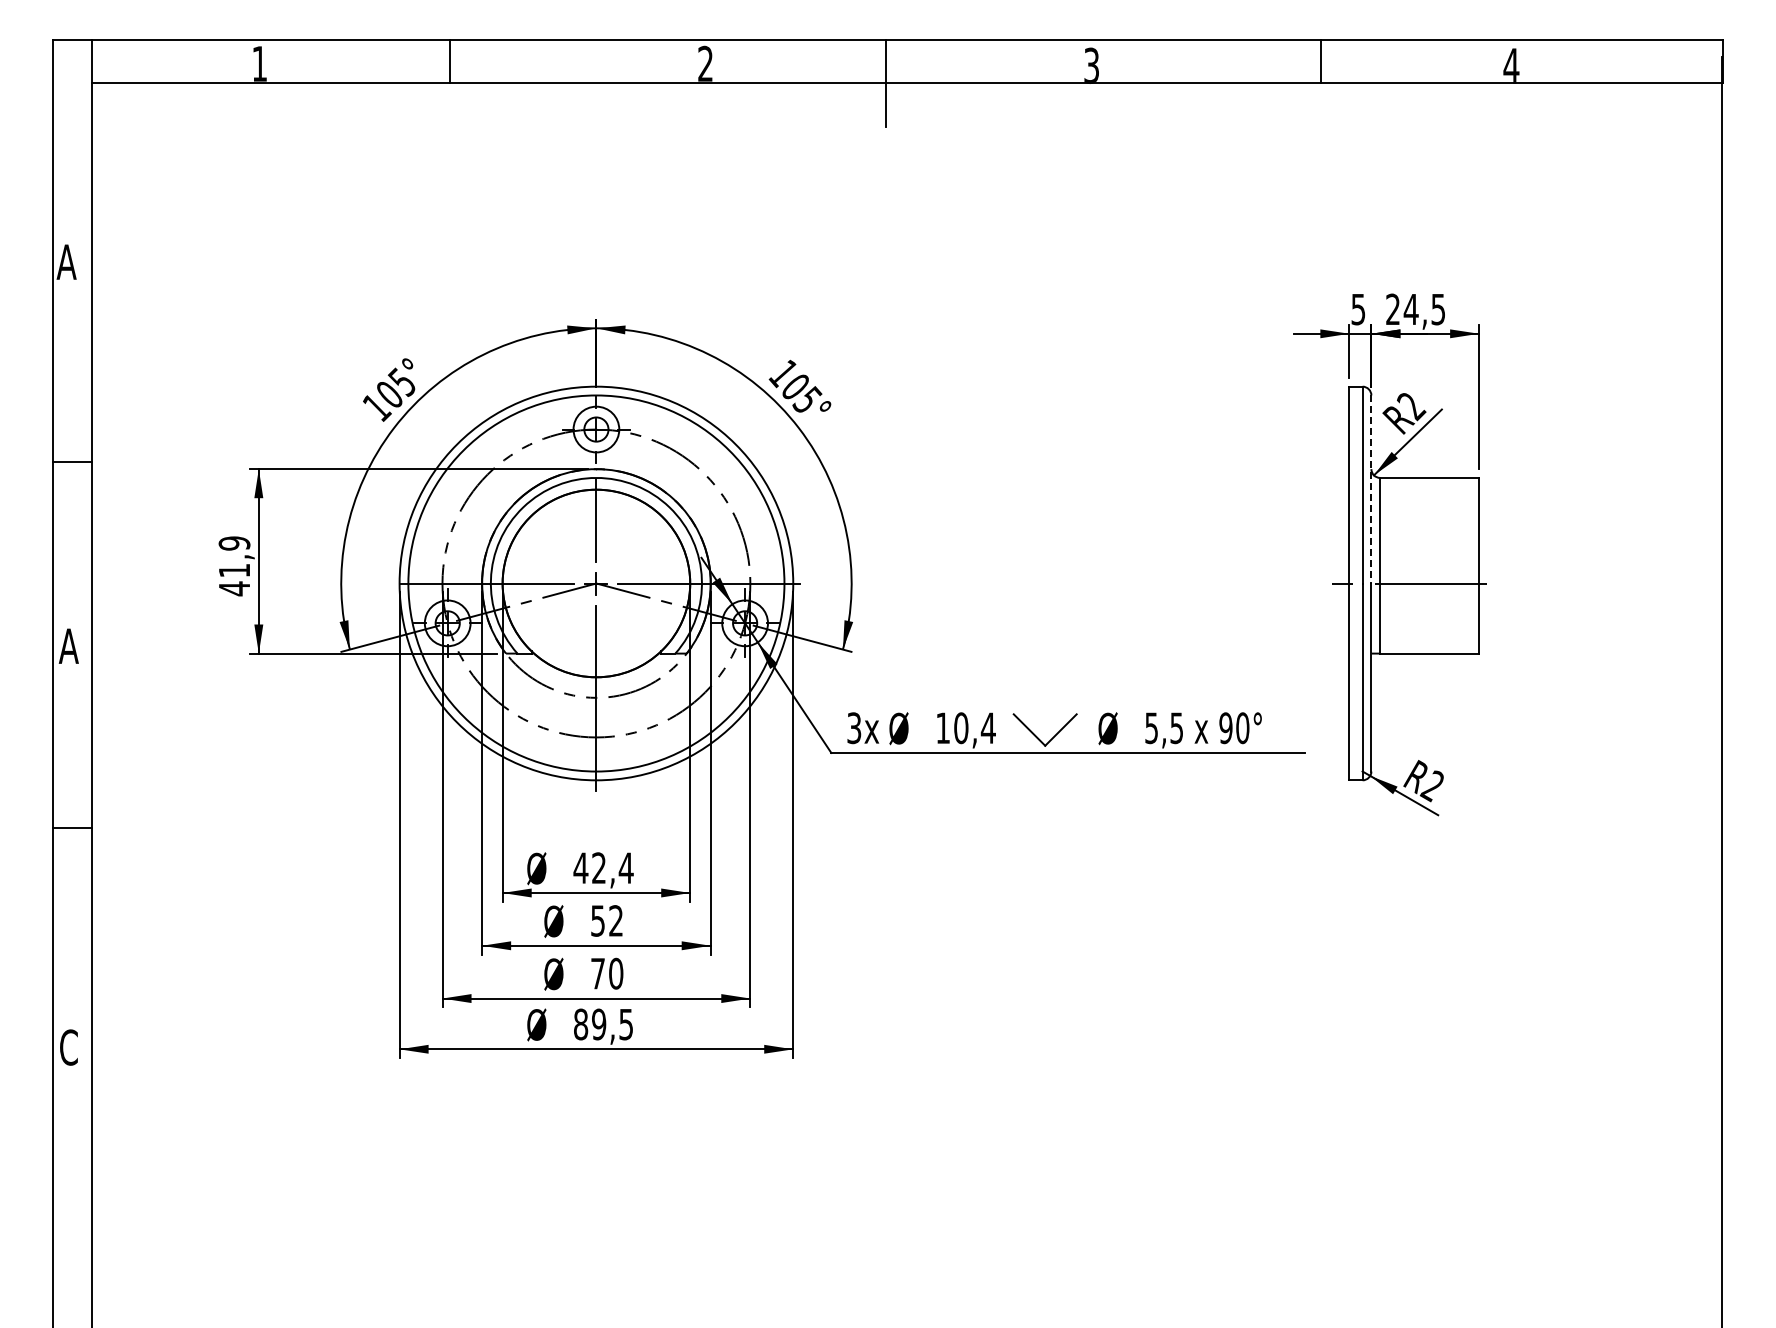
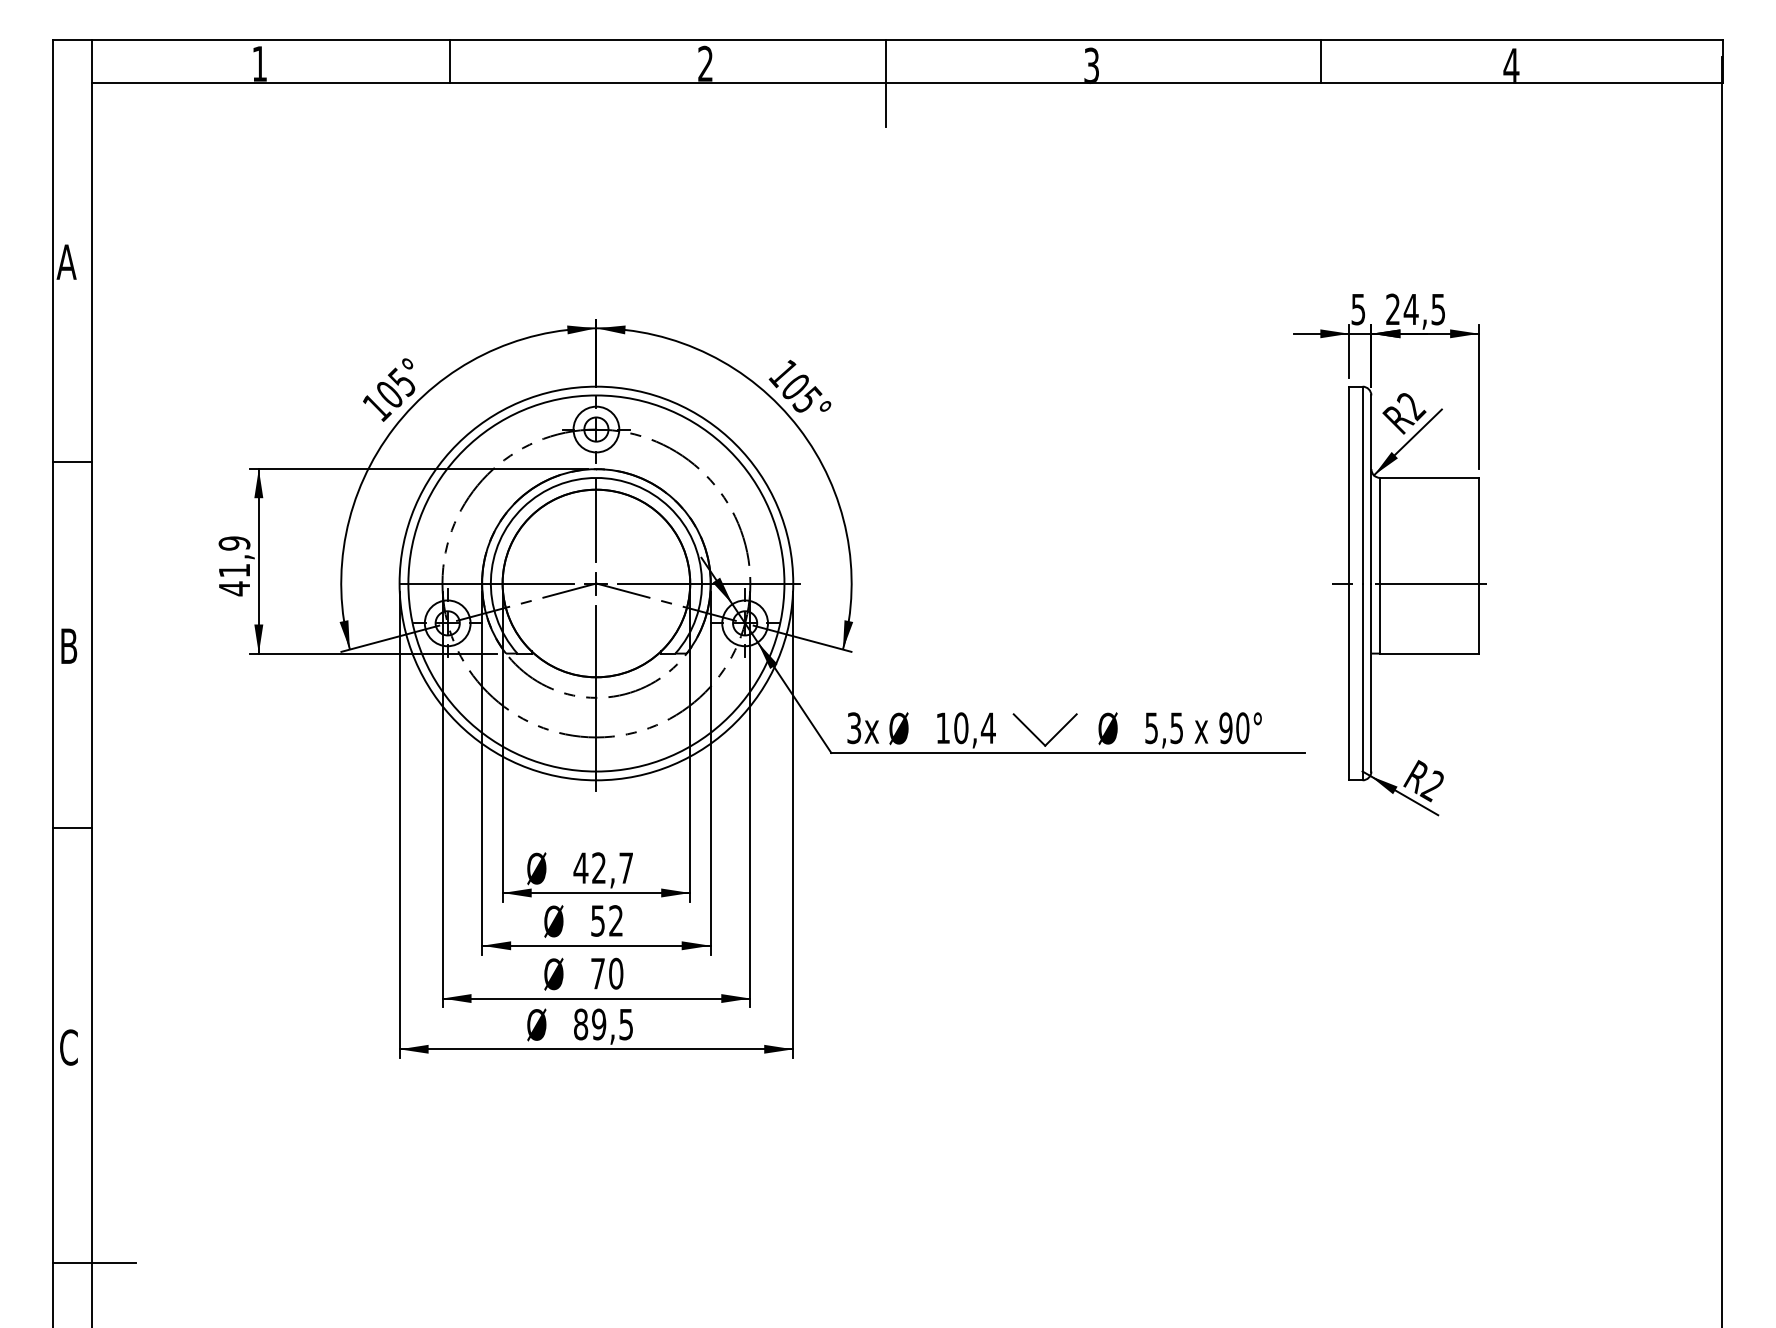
line at (1371, 489): dashed -> solid
text at (68, 645): A -> B
text at (625, 867): 42,4 -> 42,7
line at (94, 1263): none -> present
